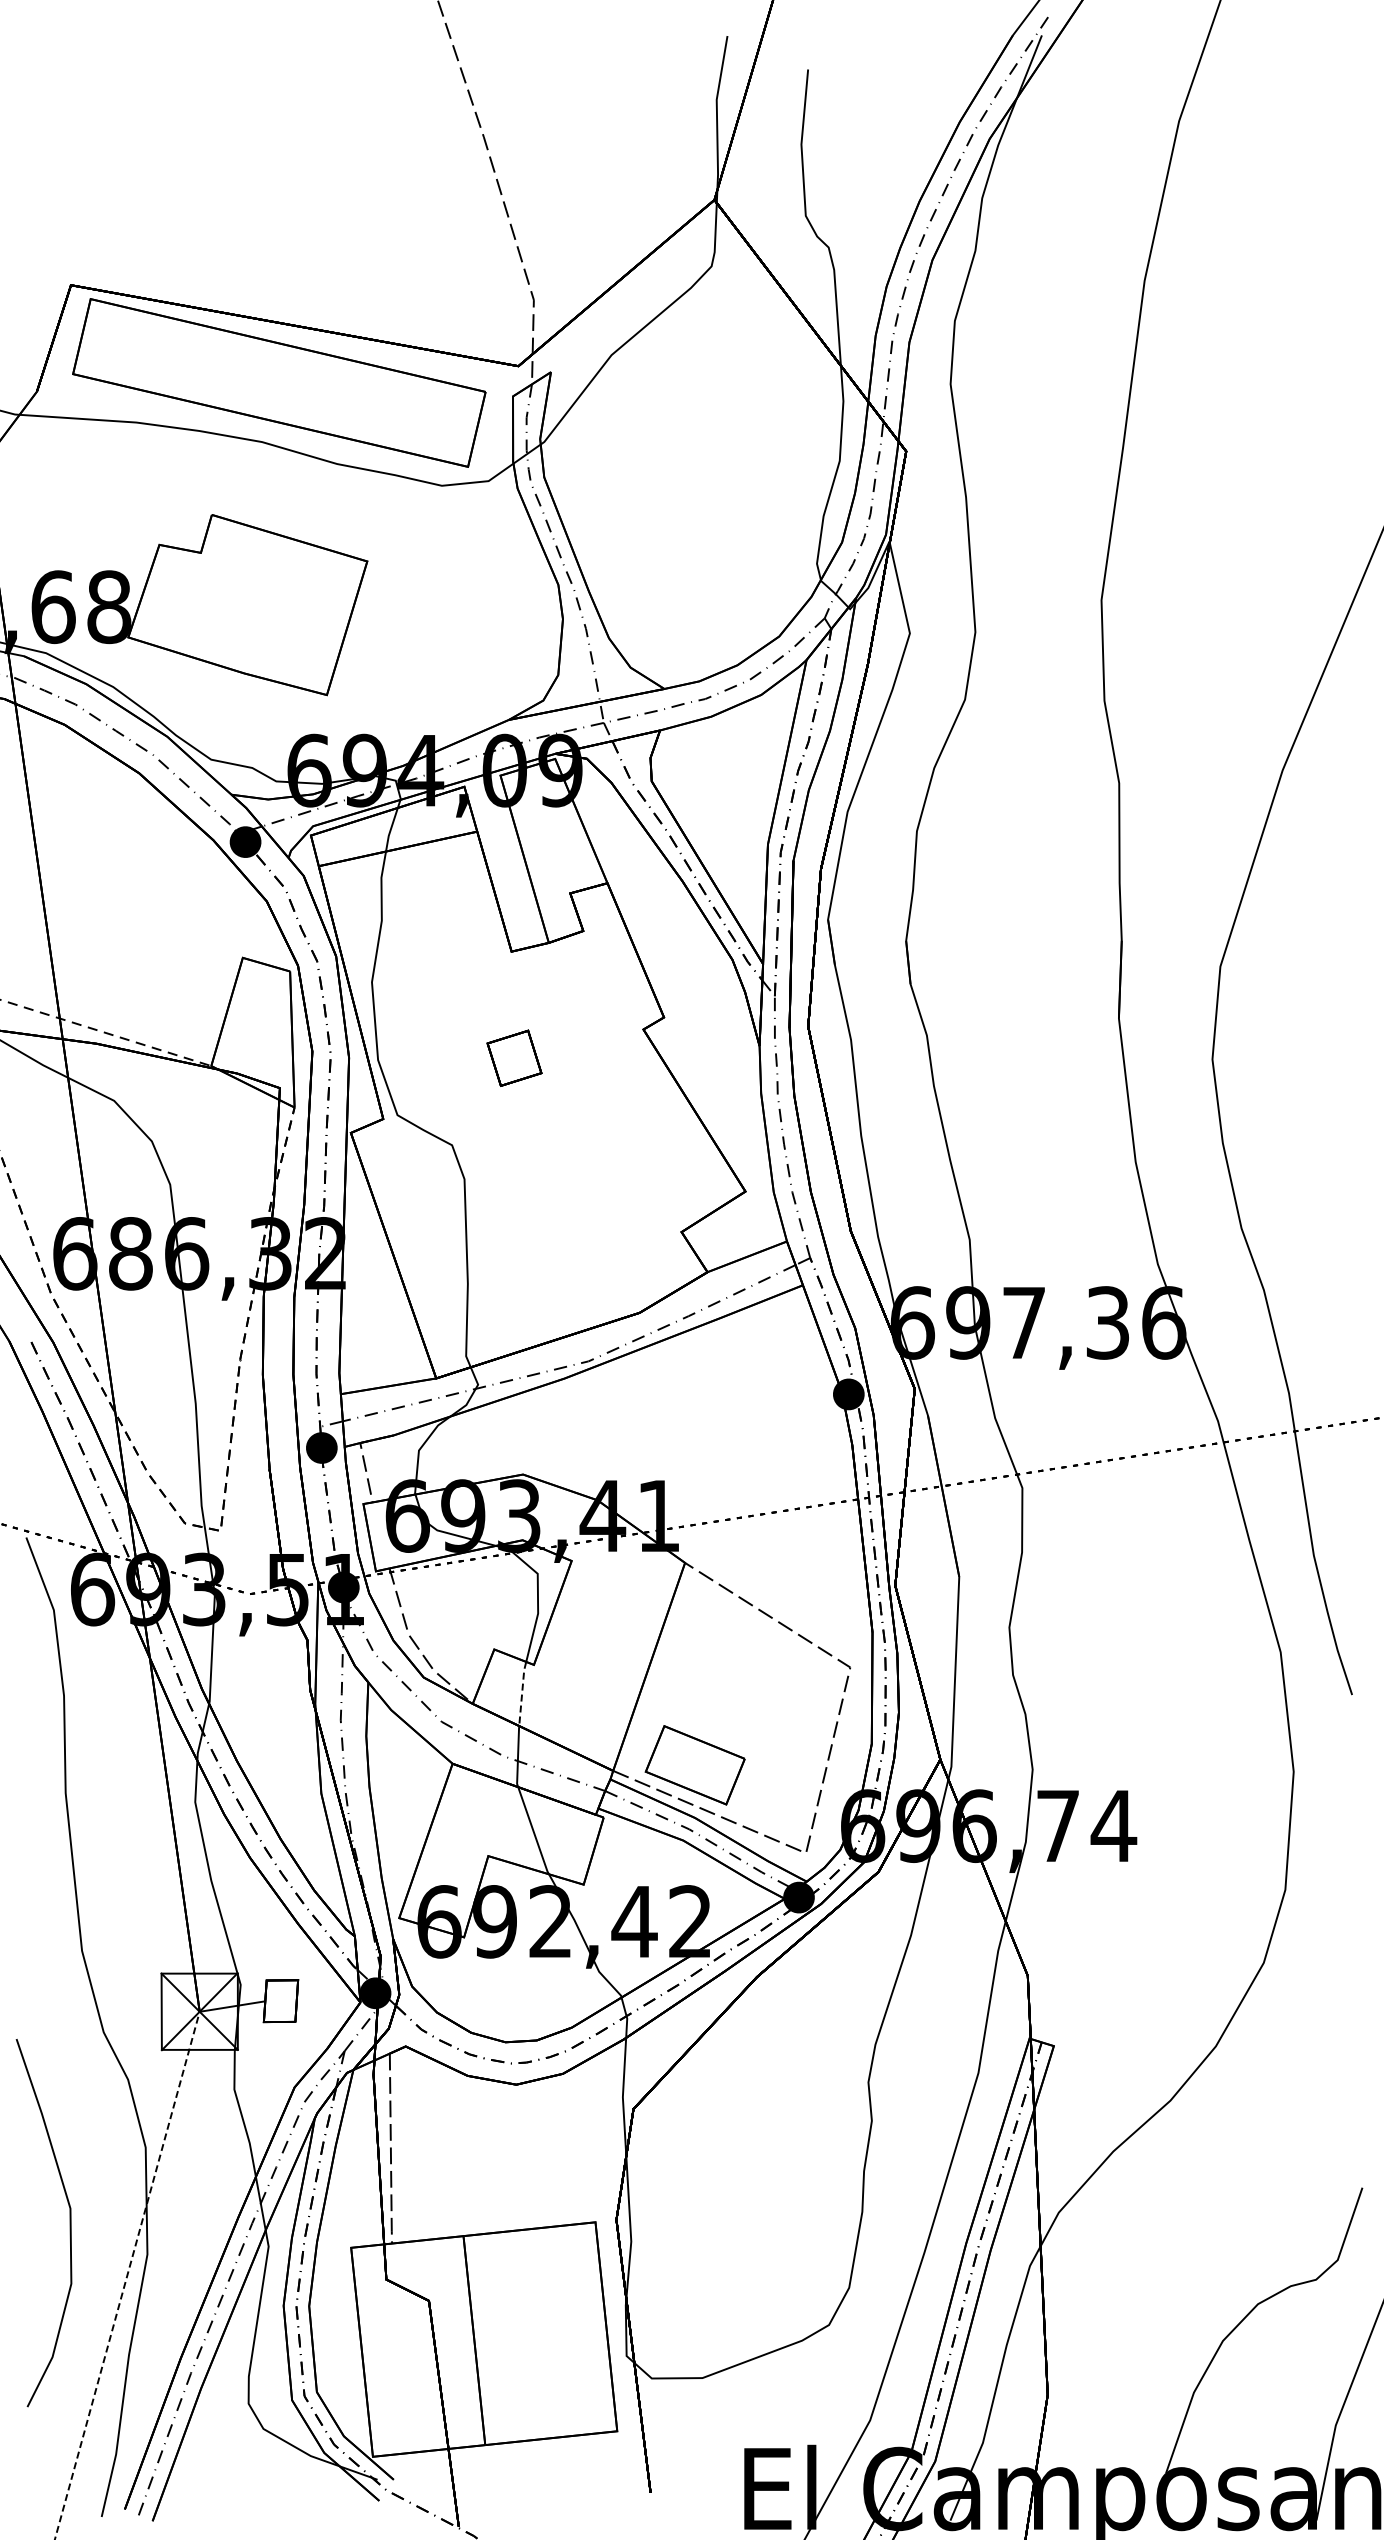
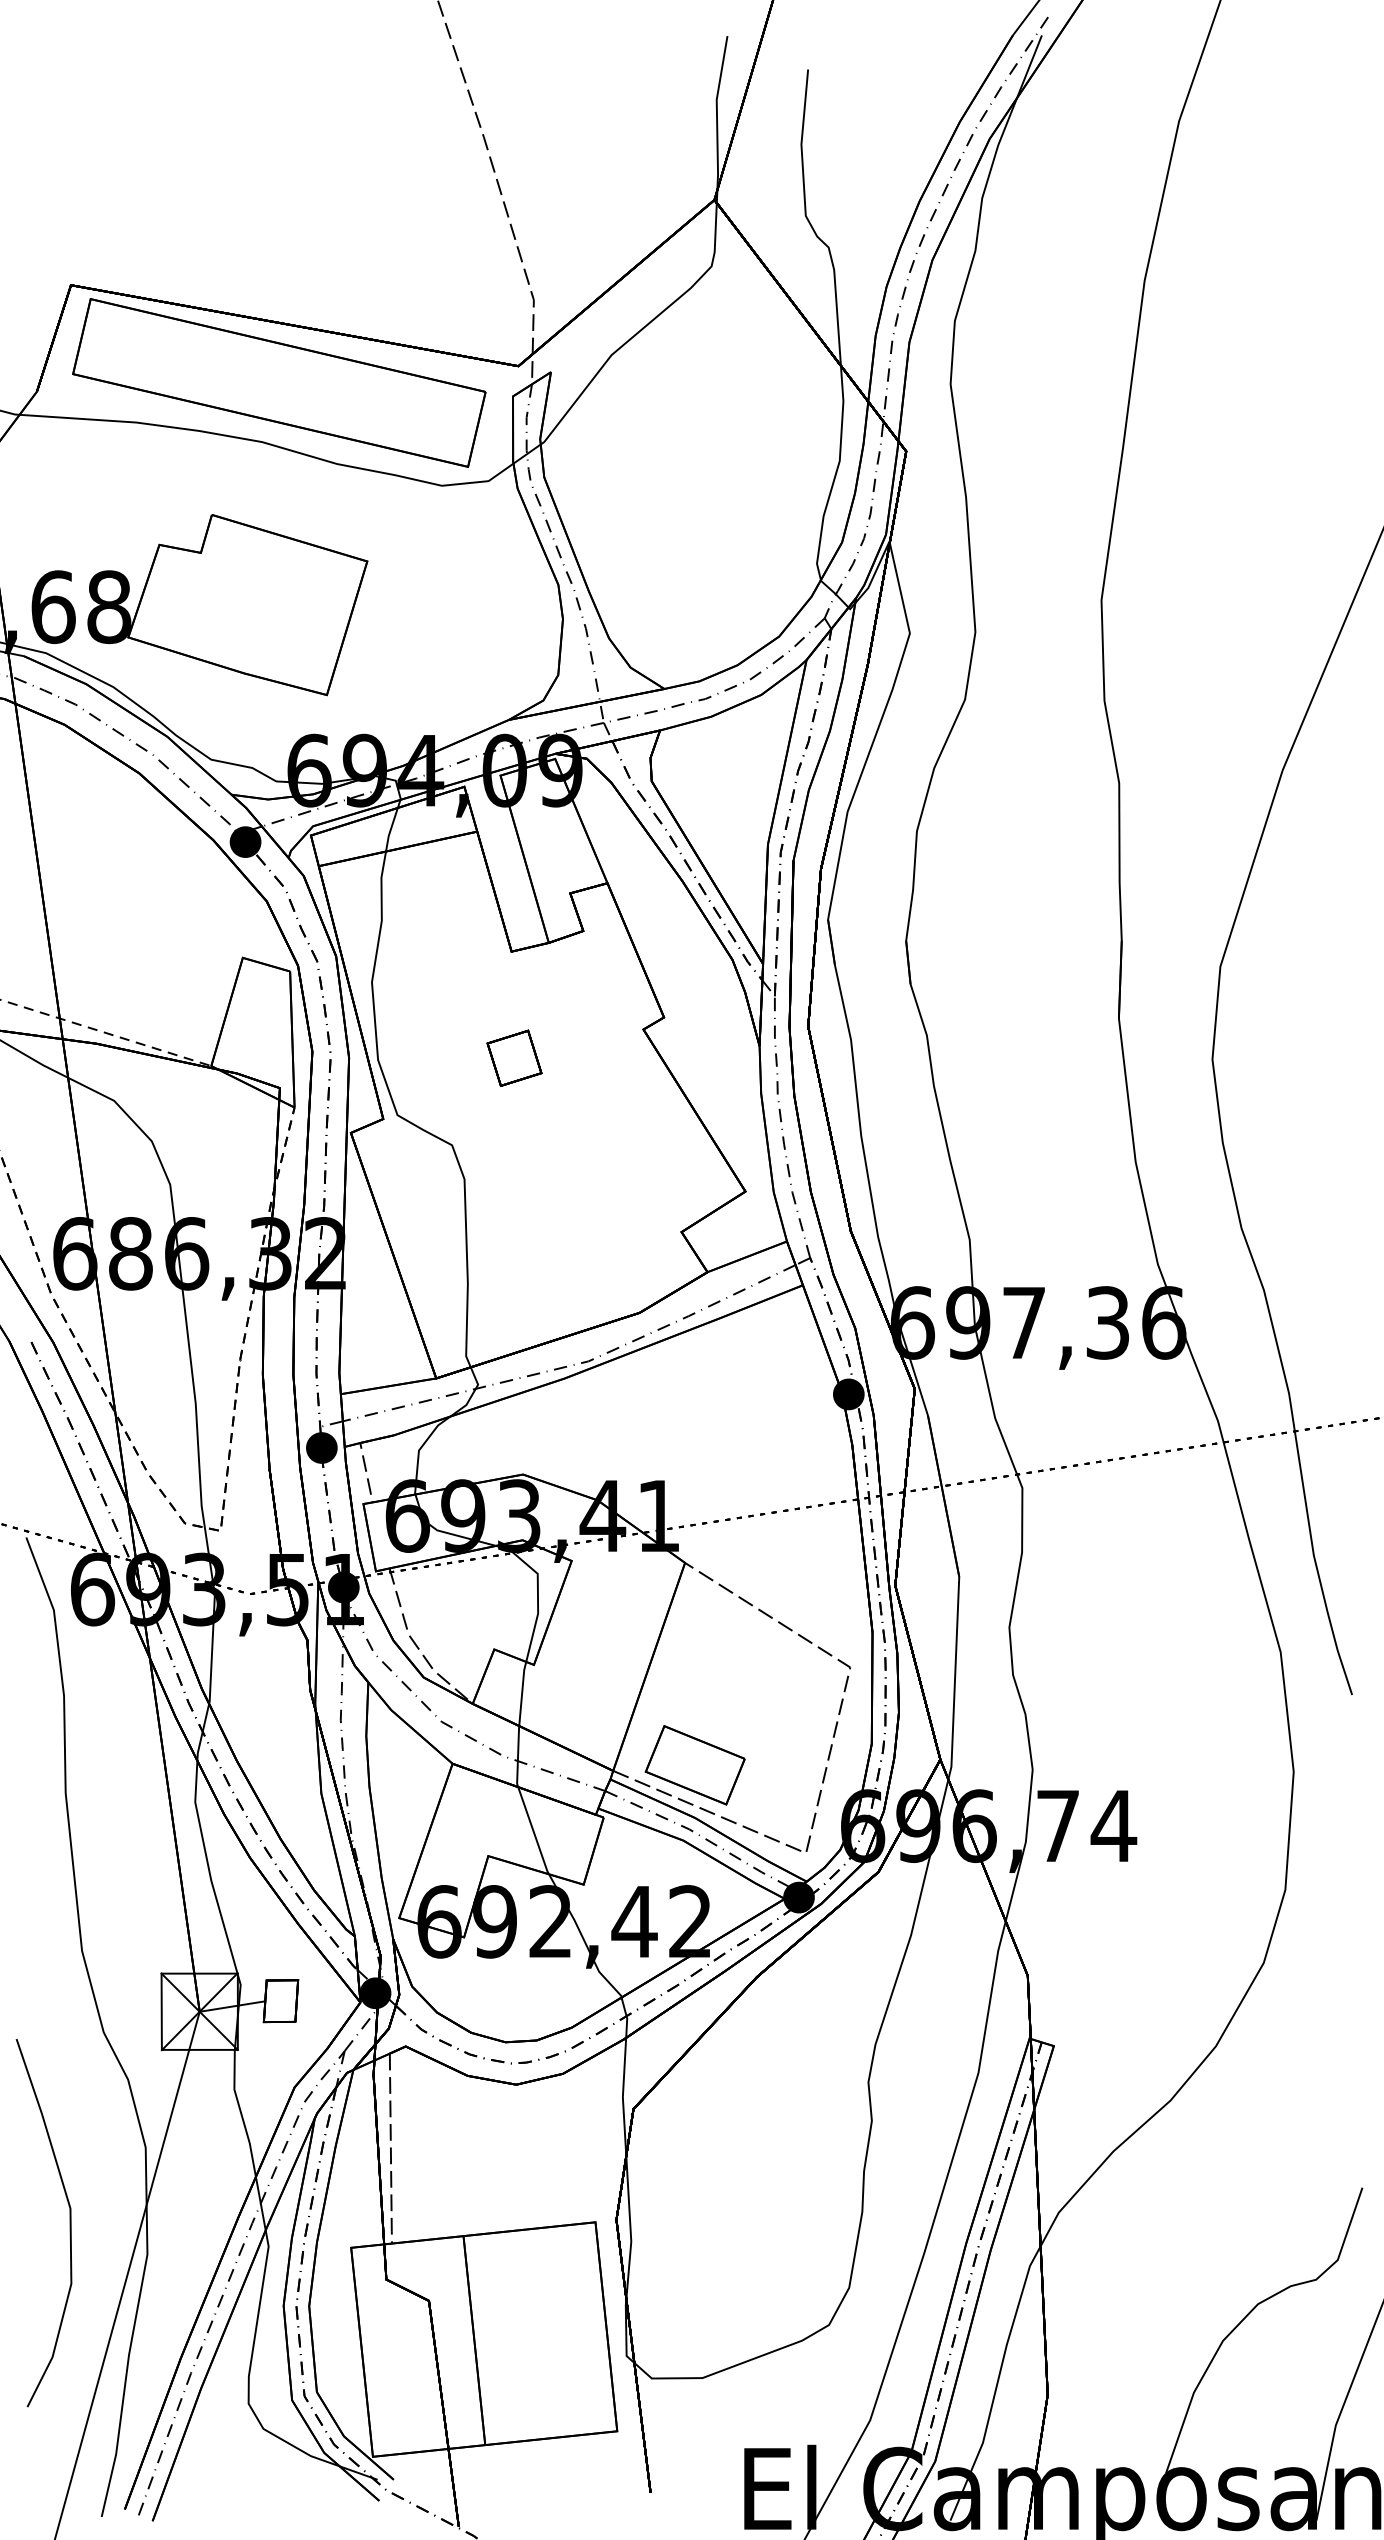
line at (522, 1693): dashed -> solid
line at (127, 2274): dashed -> solid
